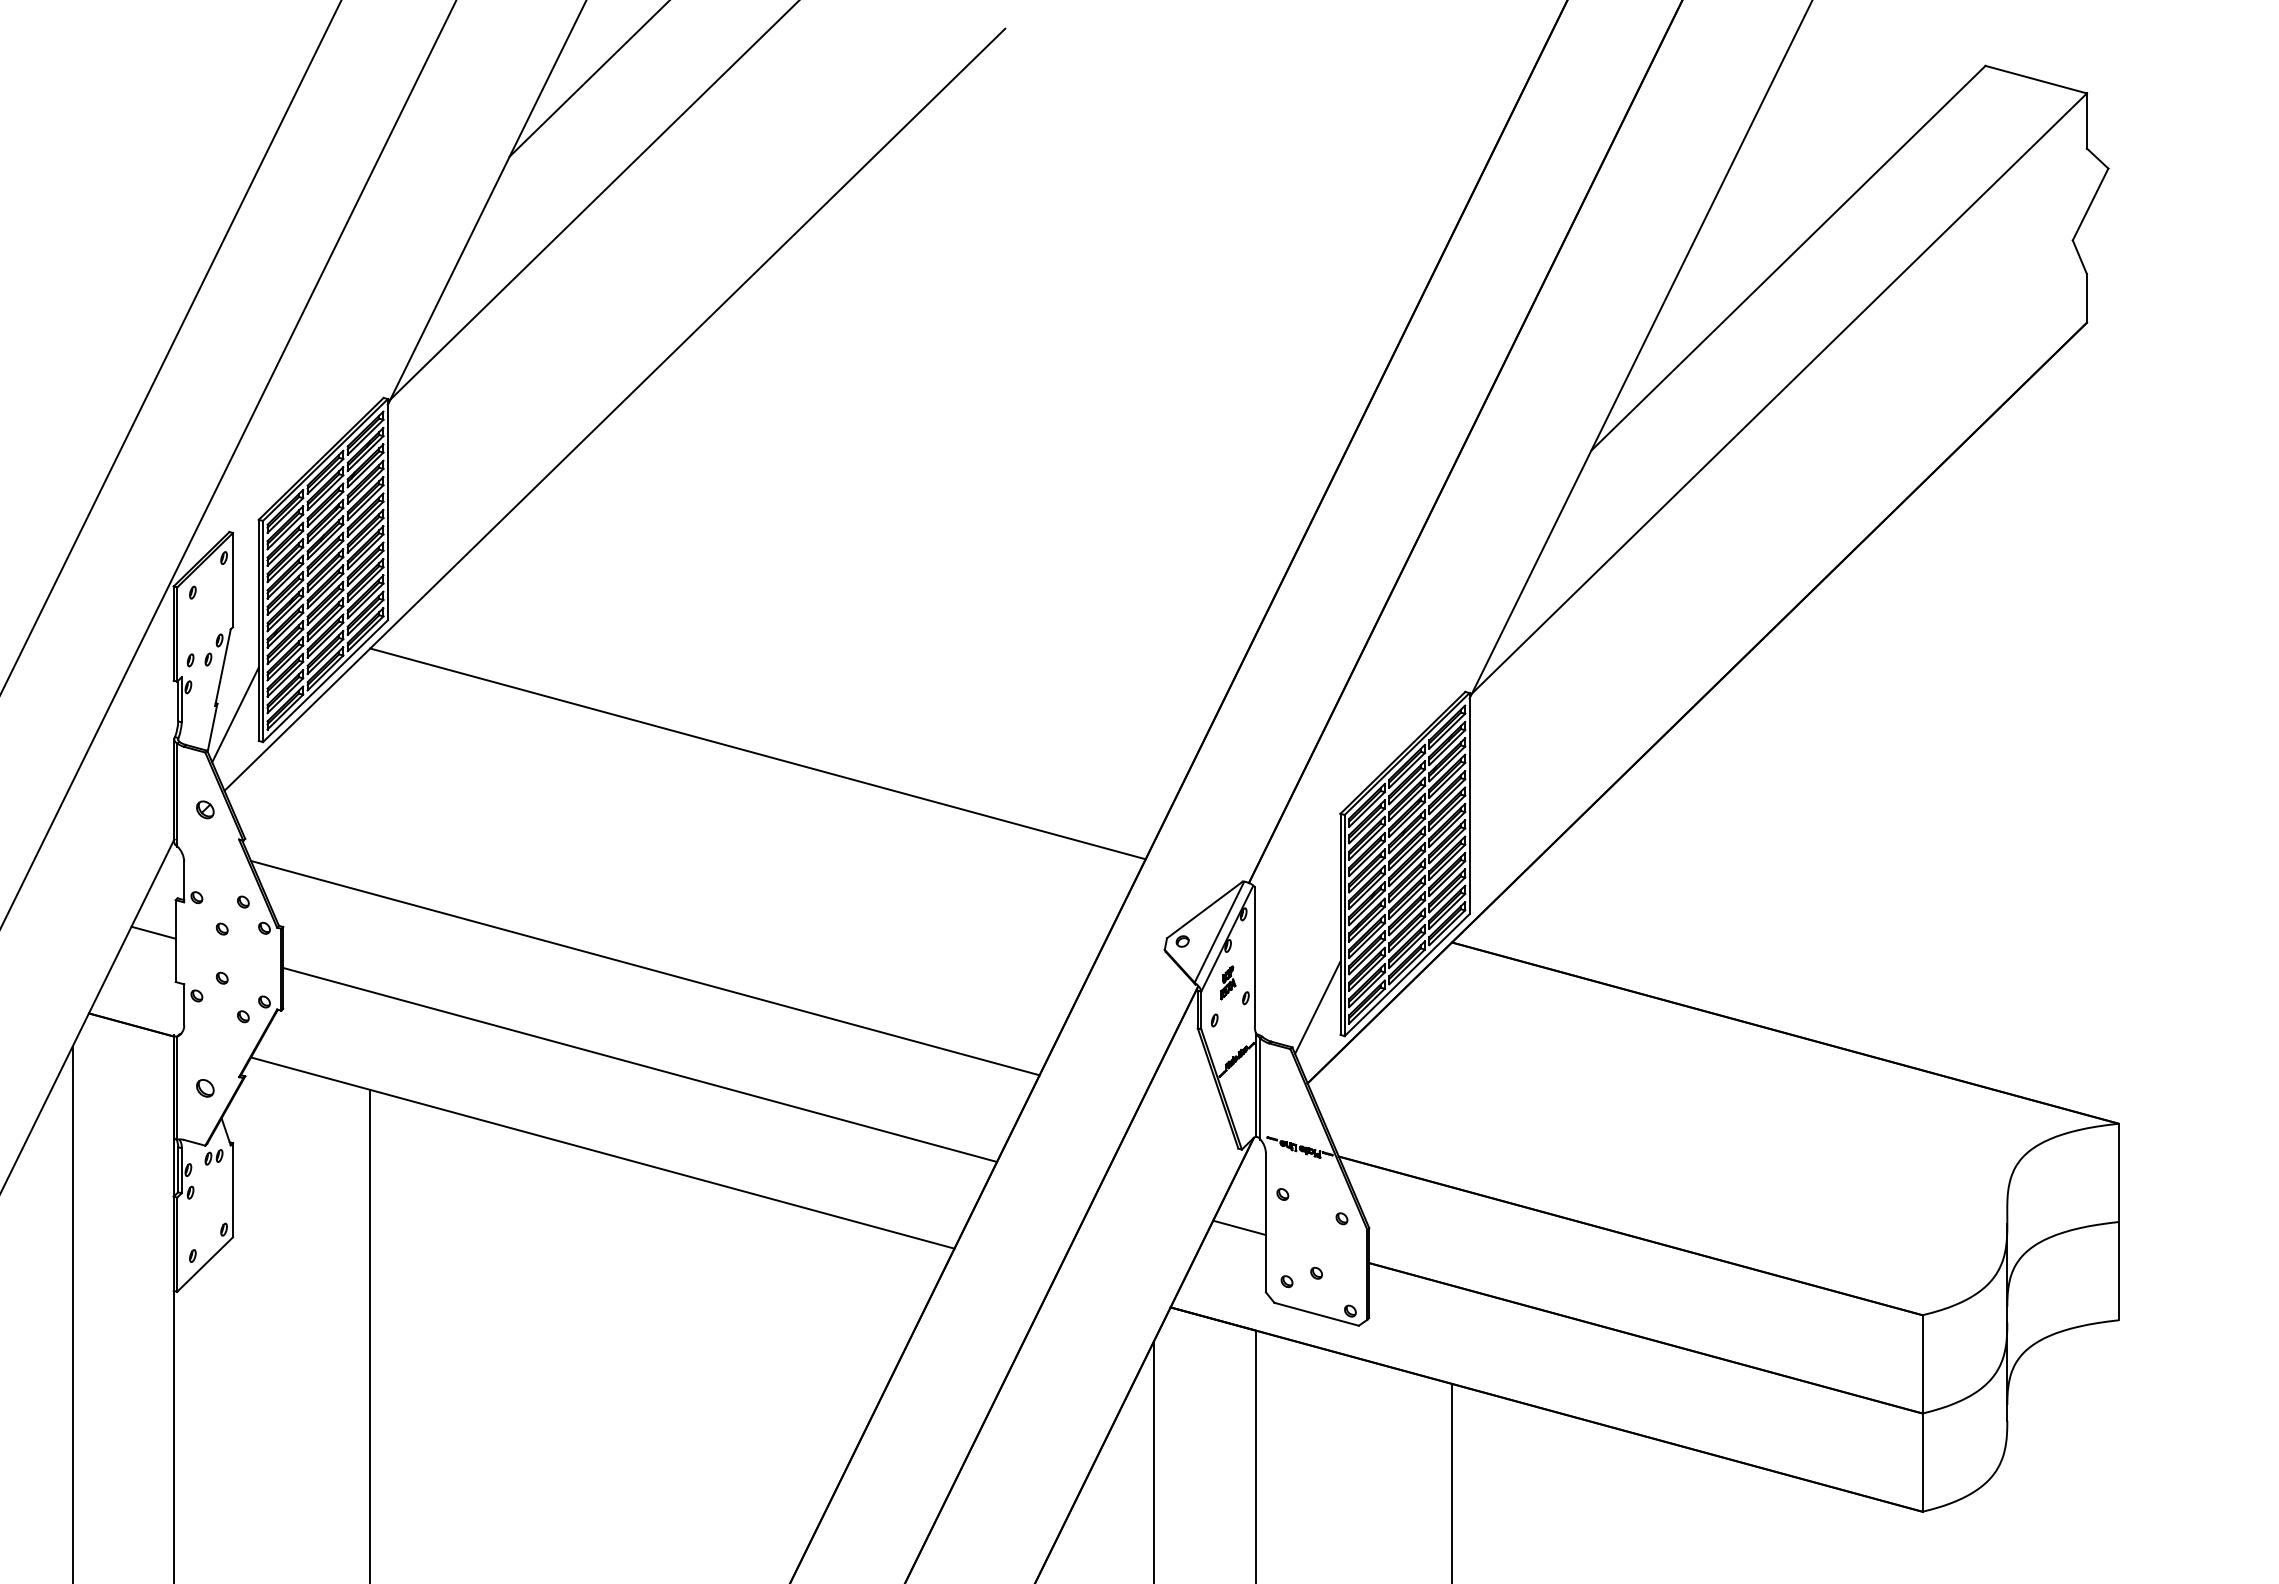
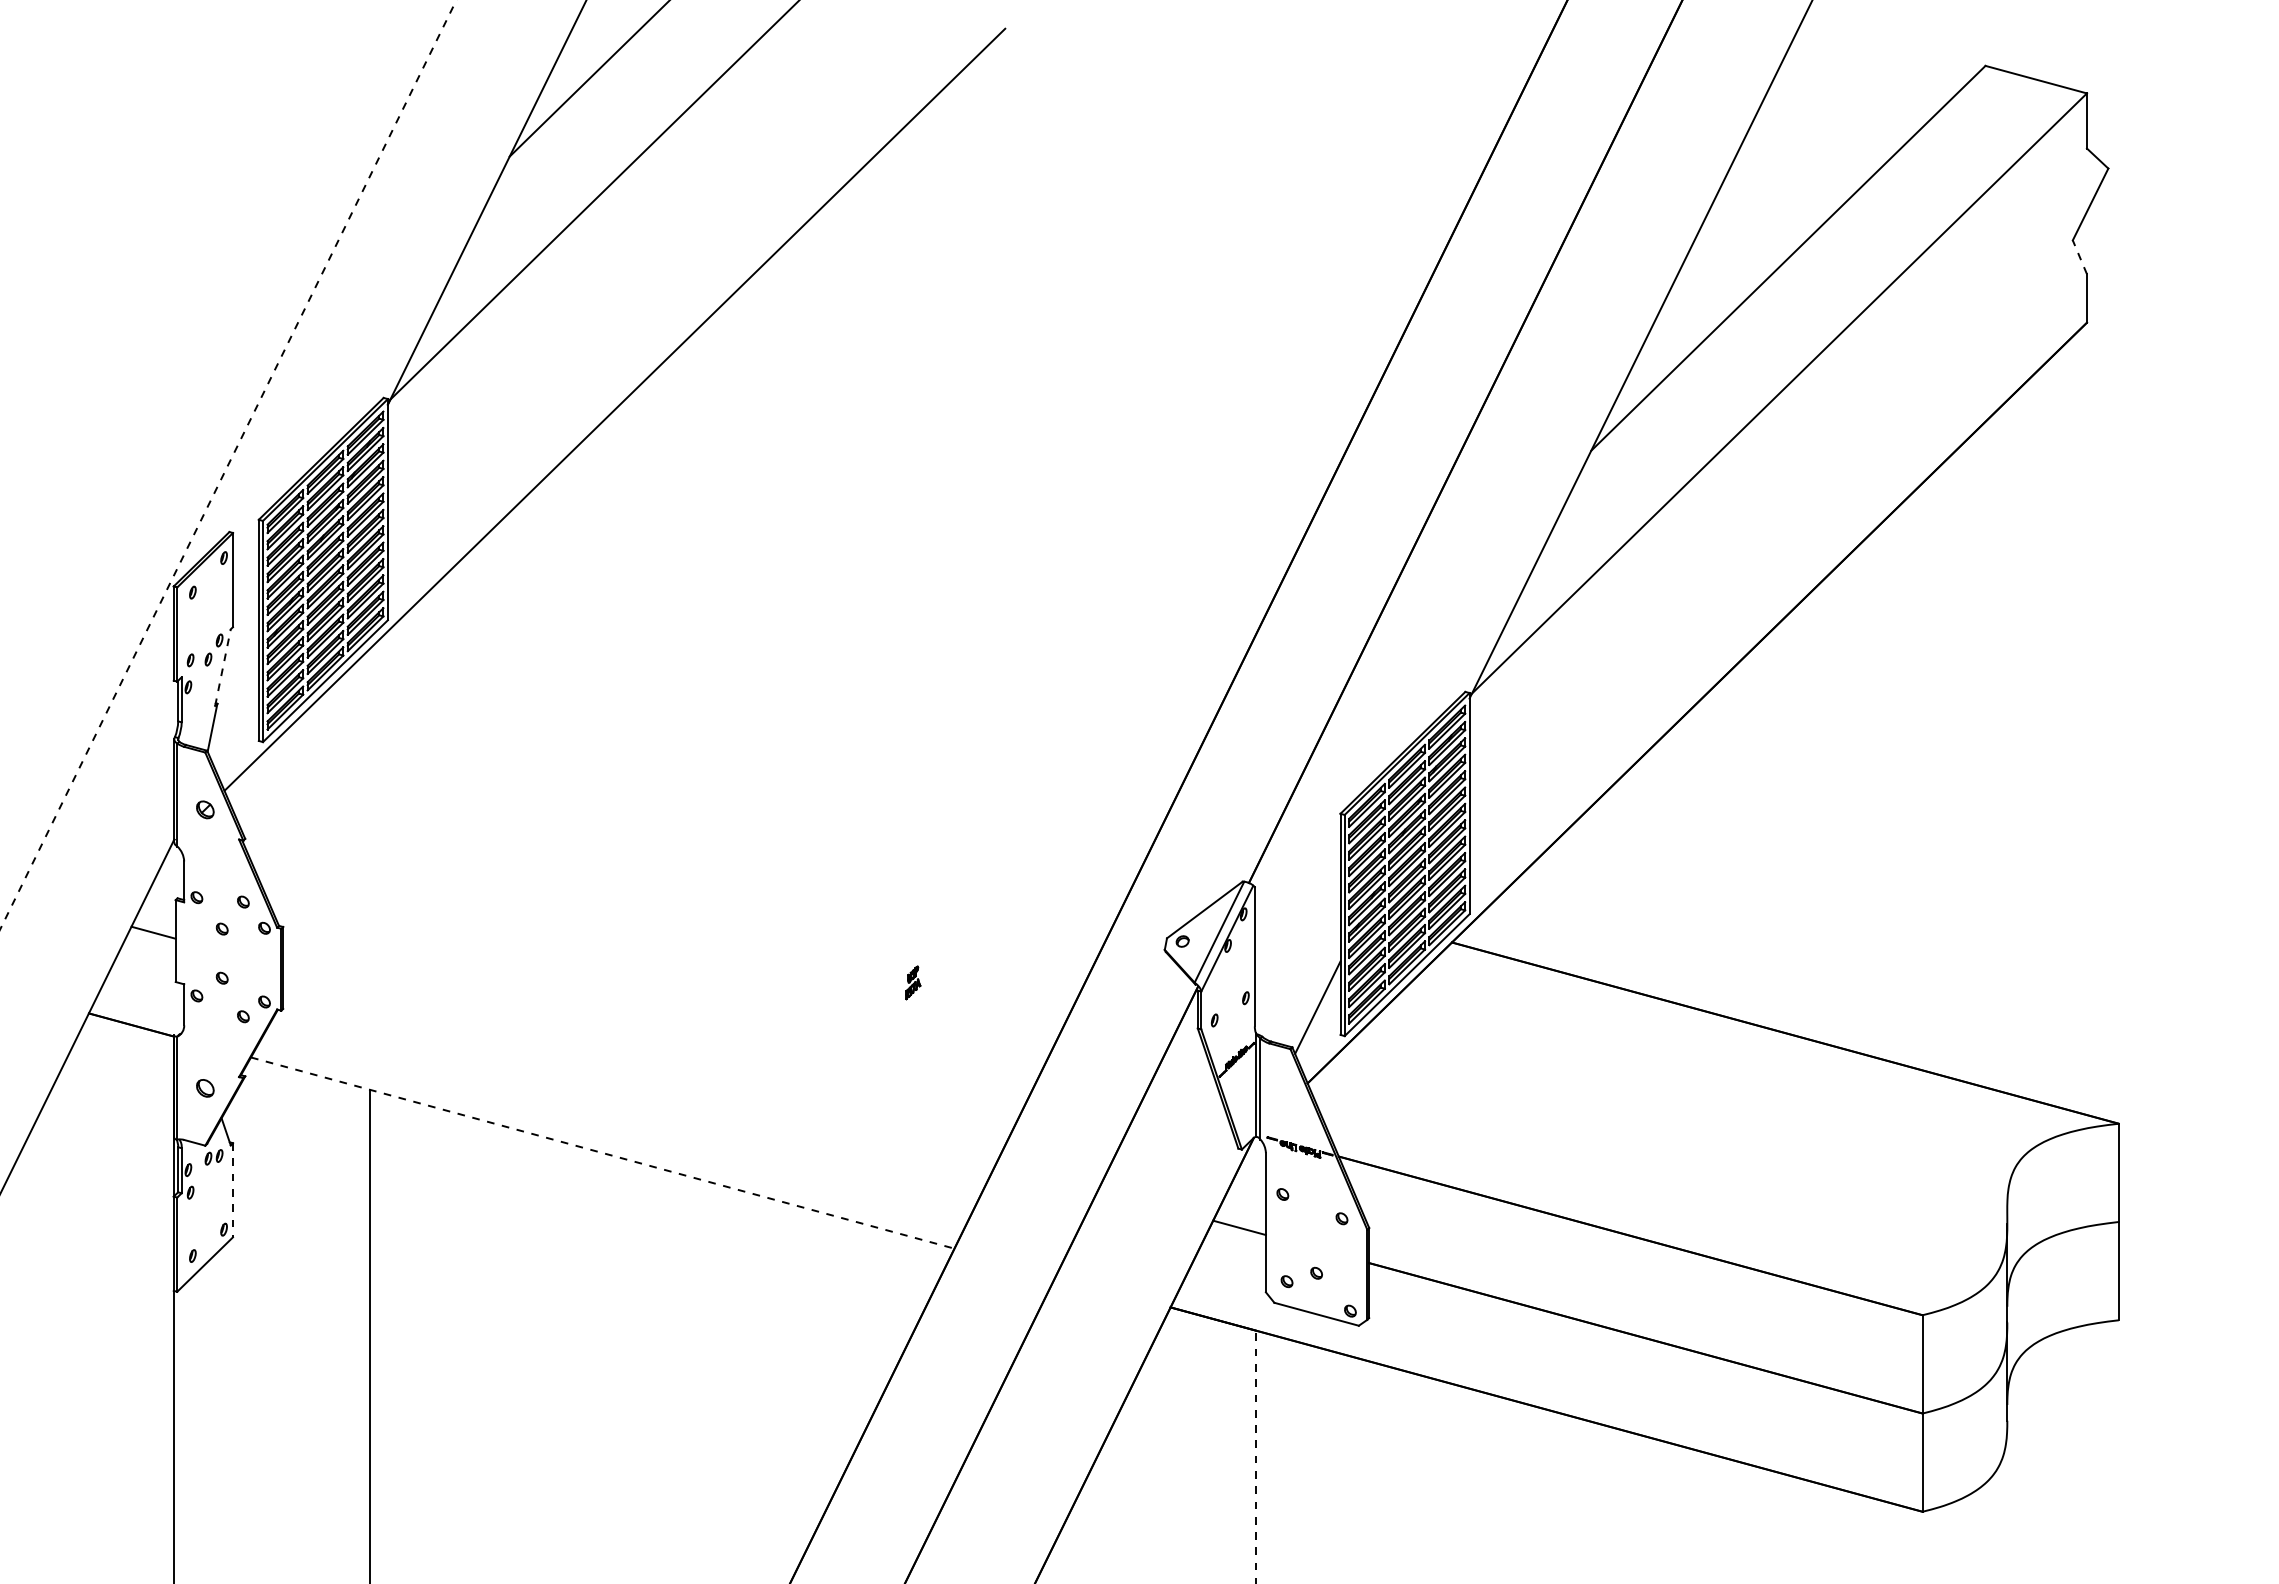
line at (2079, 256): solid -> dashed
line at (171, 346): present -> none
line at (228, 464): solid -> dashed
line at (223, 667): solid -> dashed
line at (235, 714): present -> none
line at (757, 753): present -> none
line at (645, 967): present -> none
part at (1228, 982) position: (1228, 982) -> (913, 982)
line at (640, 1064): present -> none
line at (603, 1153): solid -> dashed
line at (232, 1190): solid -> dashed
line at (72, 1313): present -> none
line at (1255, 1456): solid -> dashed
line at (1154, 1460): present -> none
line at (1451, 1481): present -> none
